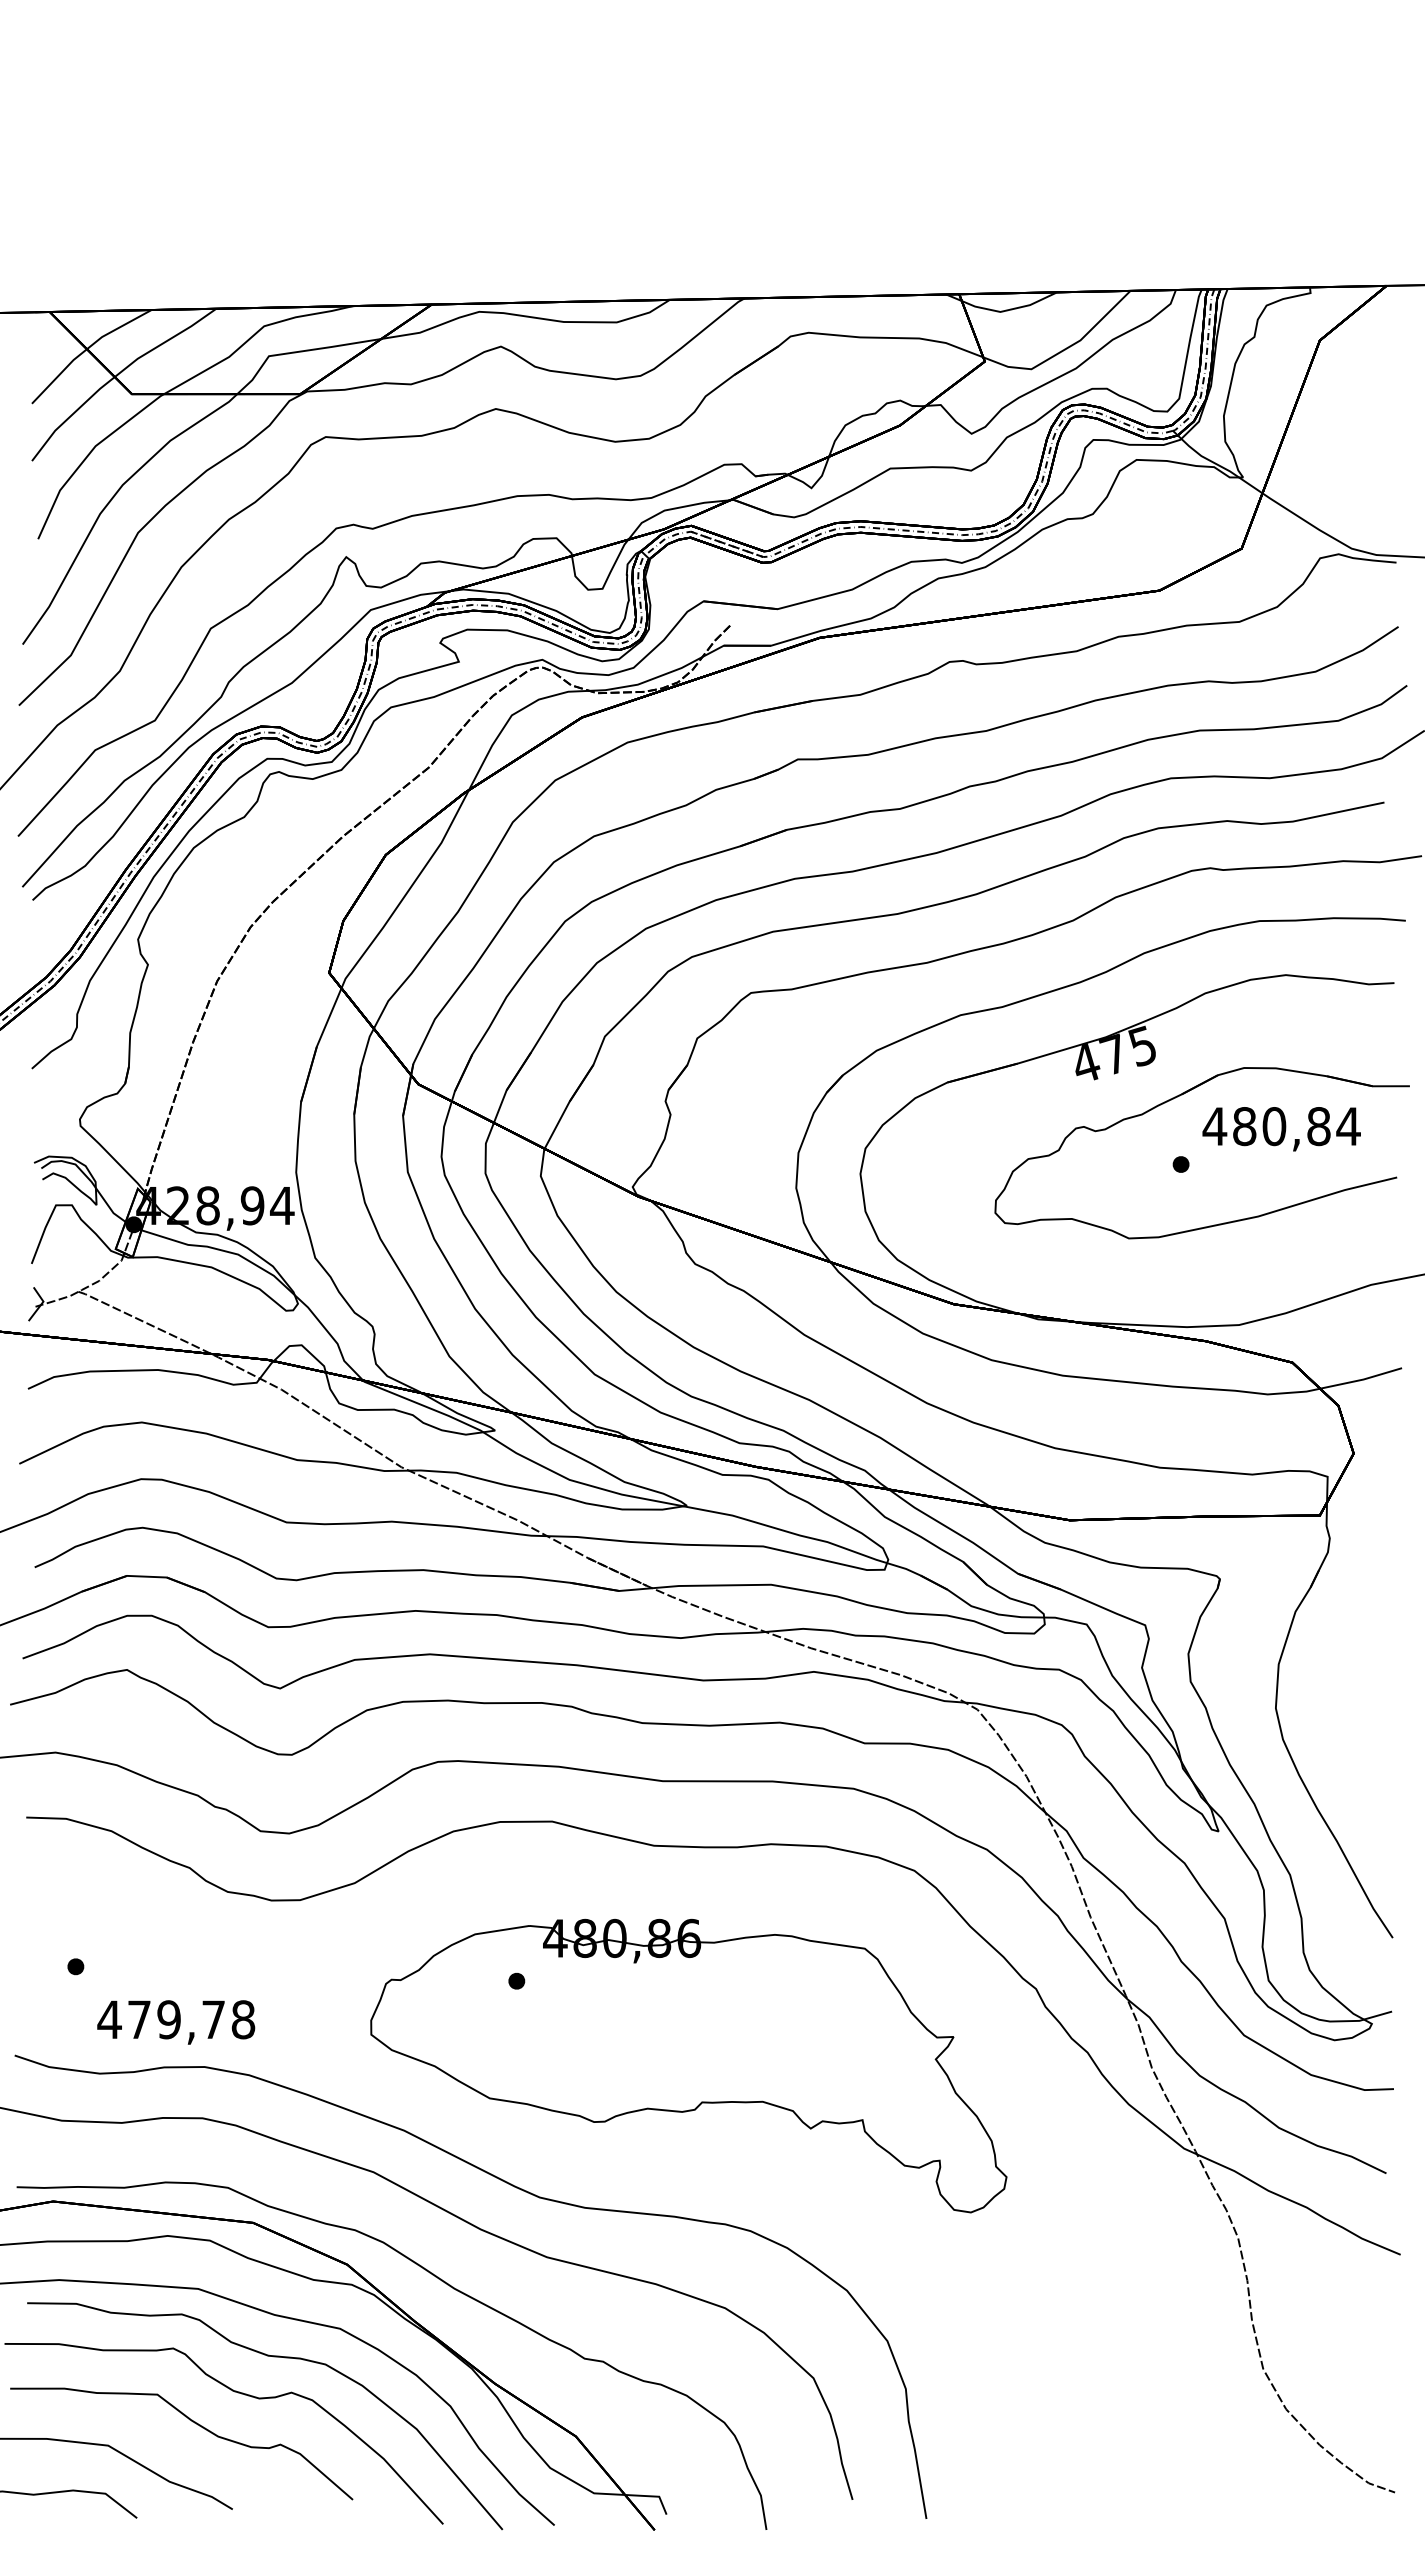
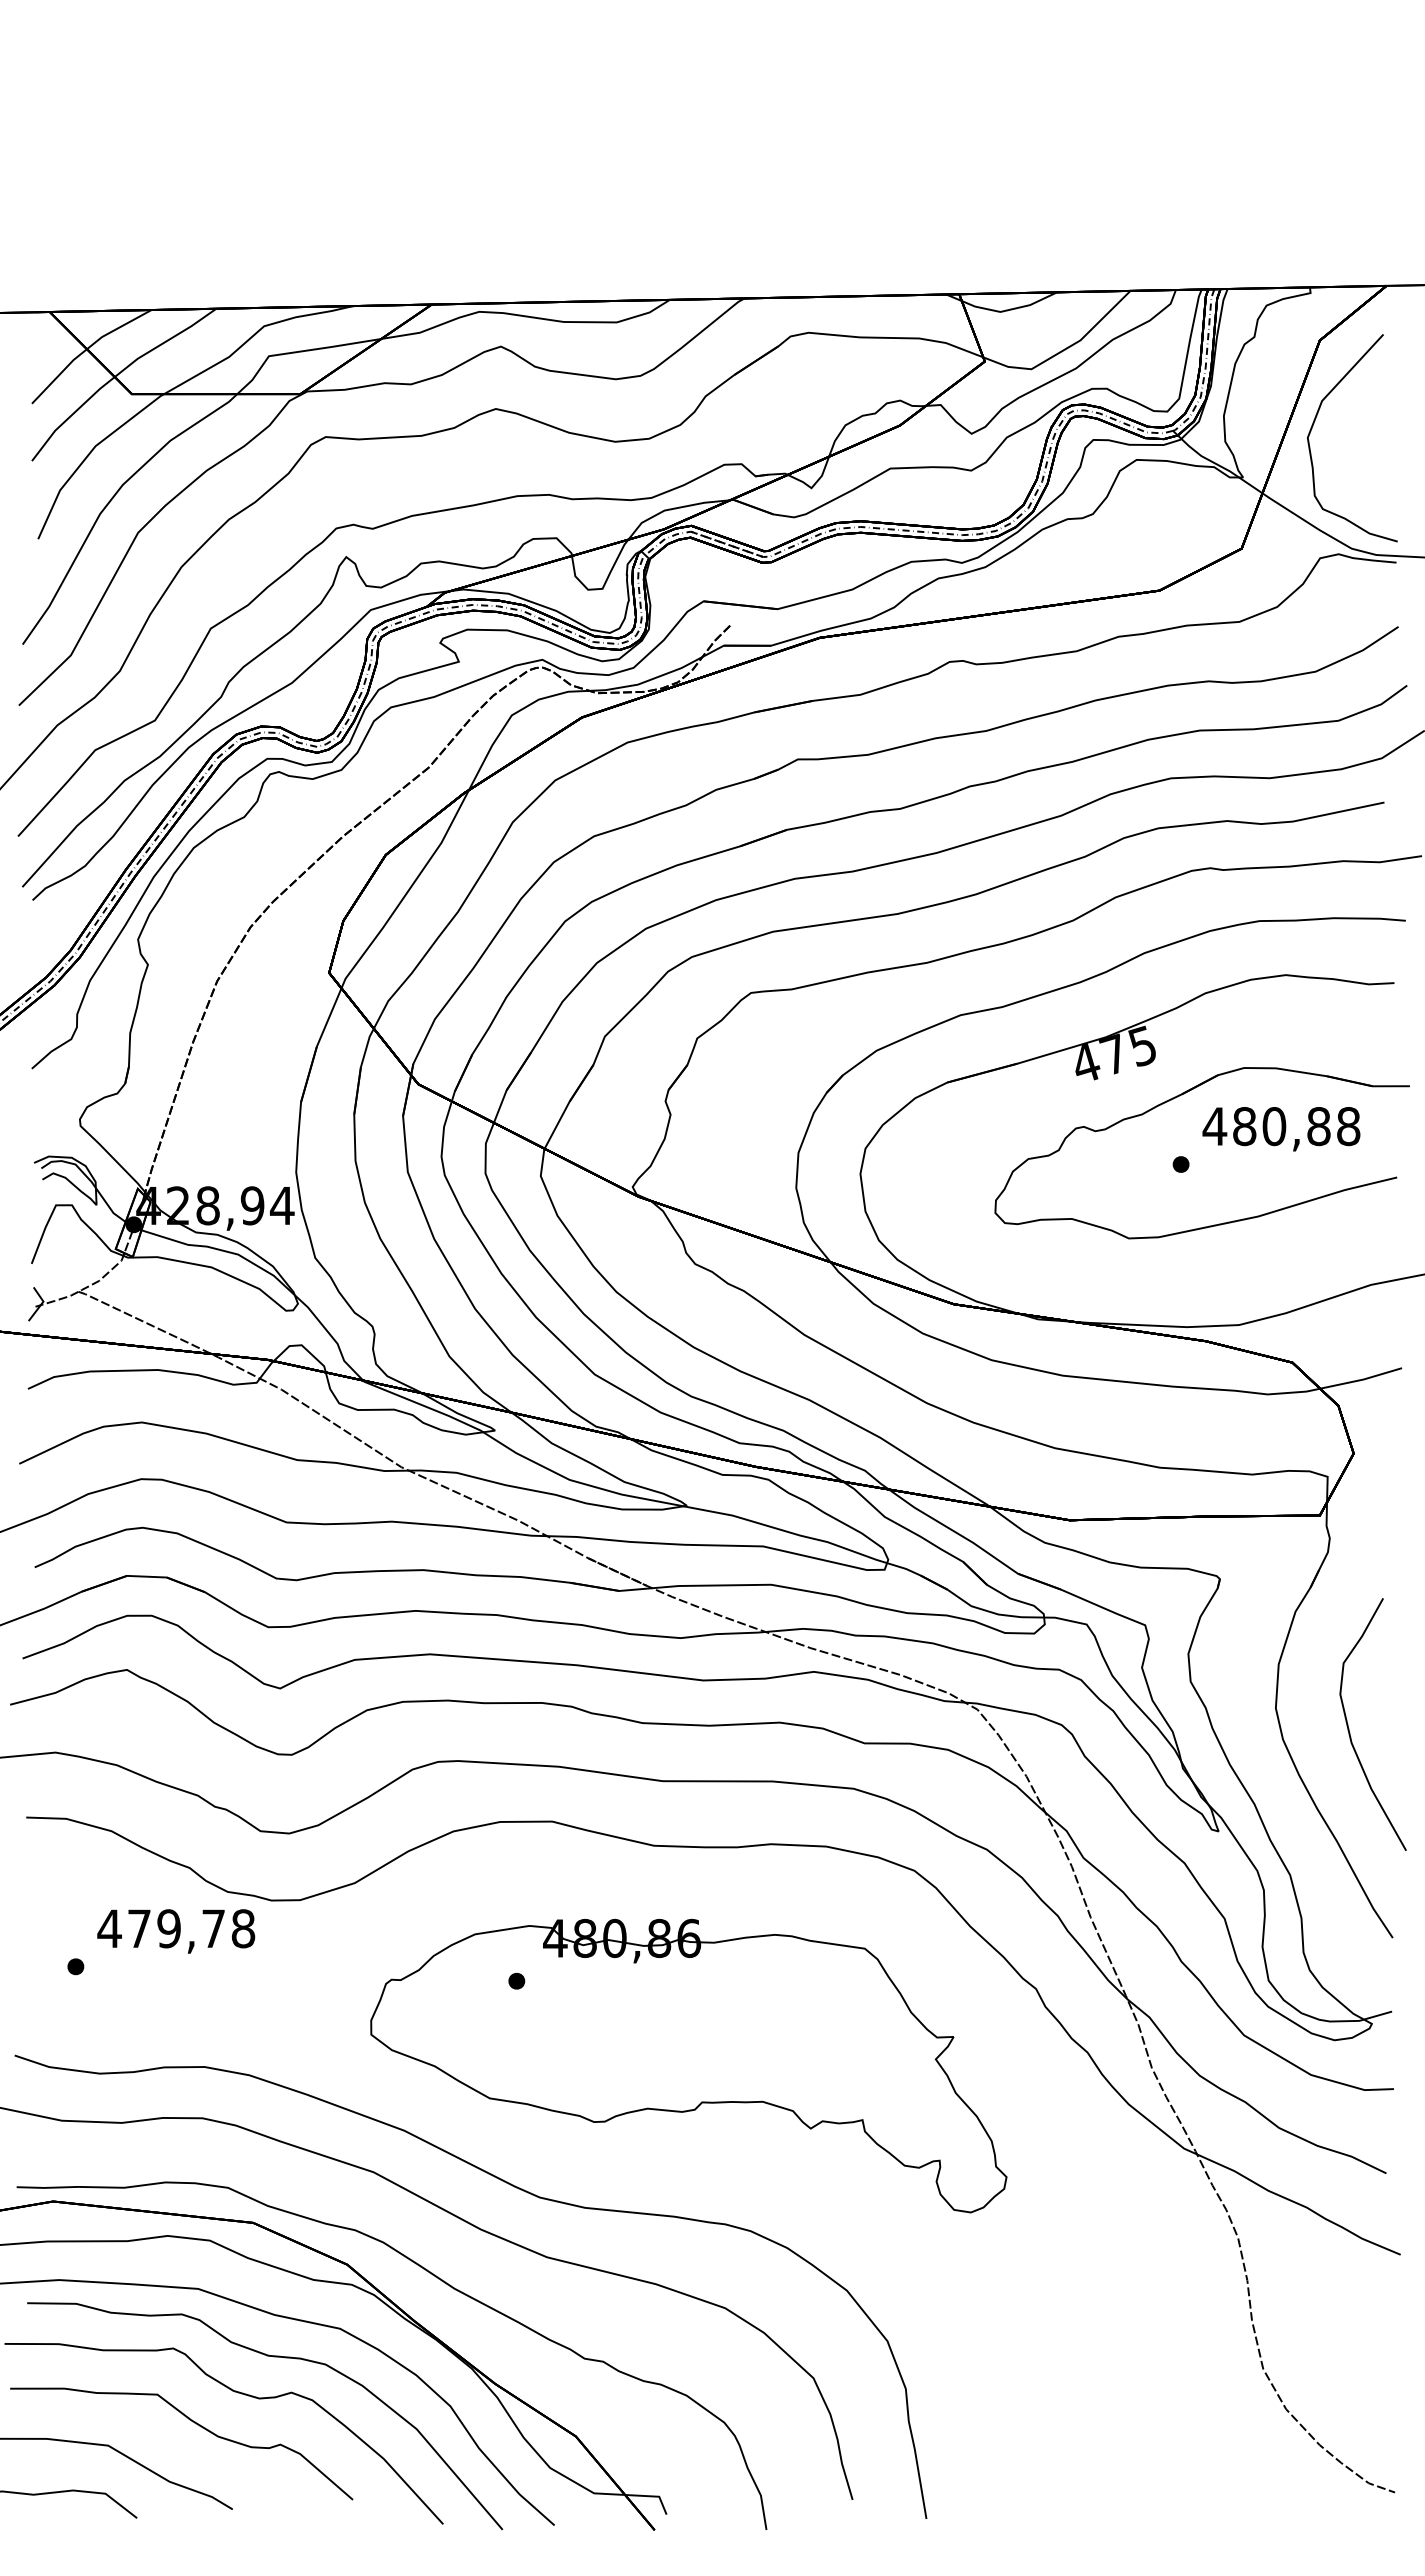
curve at (1315, 421): none -> present
text at (1348, 1126): 480,84 -> 480,88
curve at (1349, 1728): none -> present
text at (176, 2022) position: (176, 2022) -> (176, 1931)
